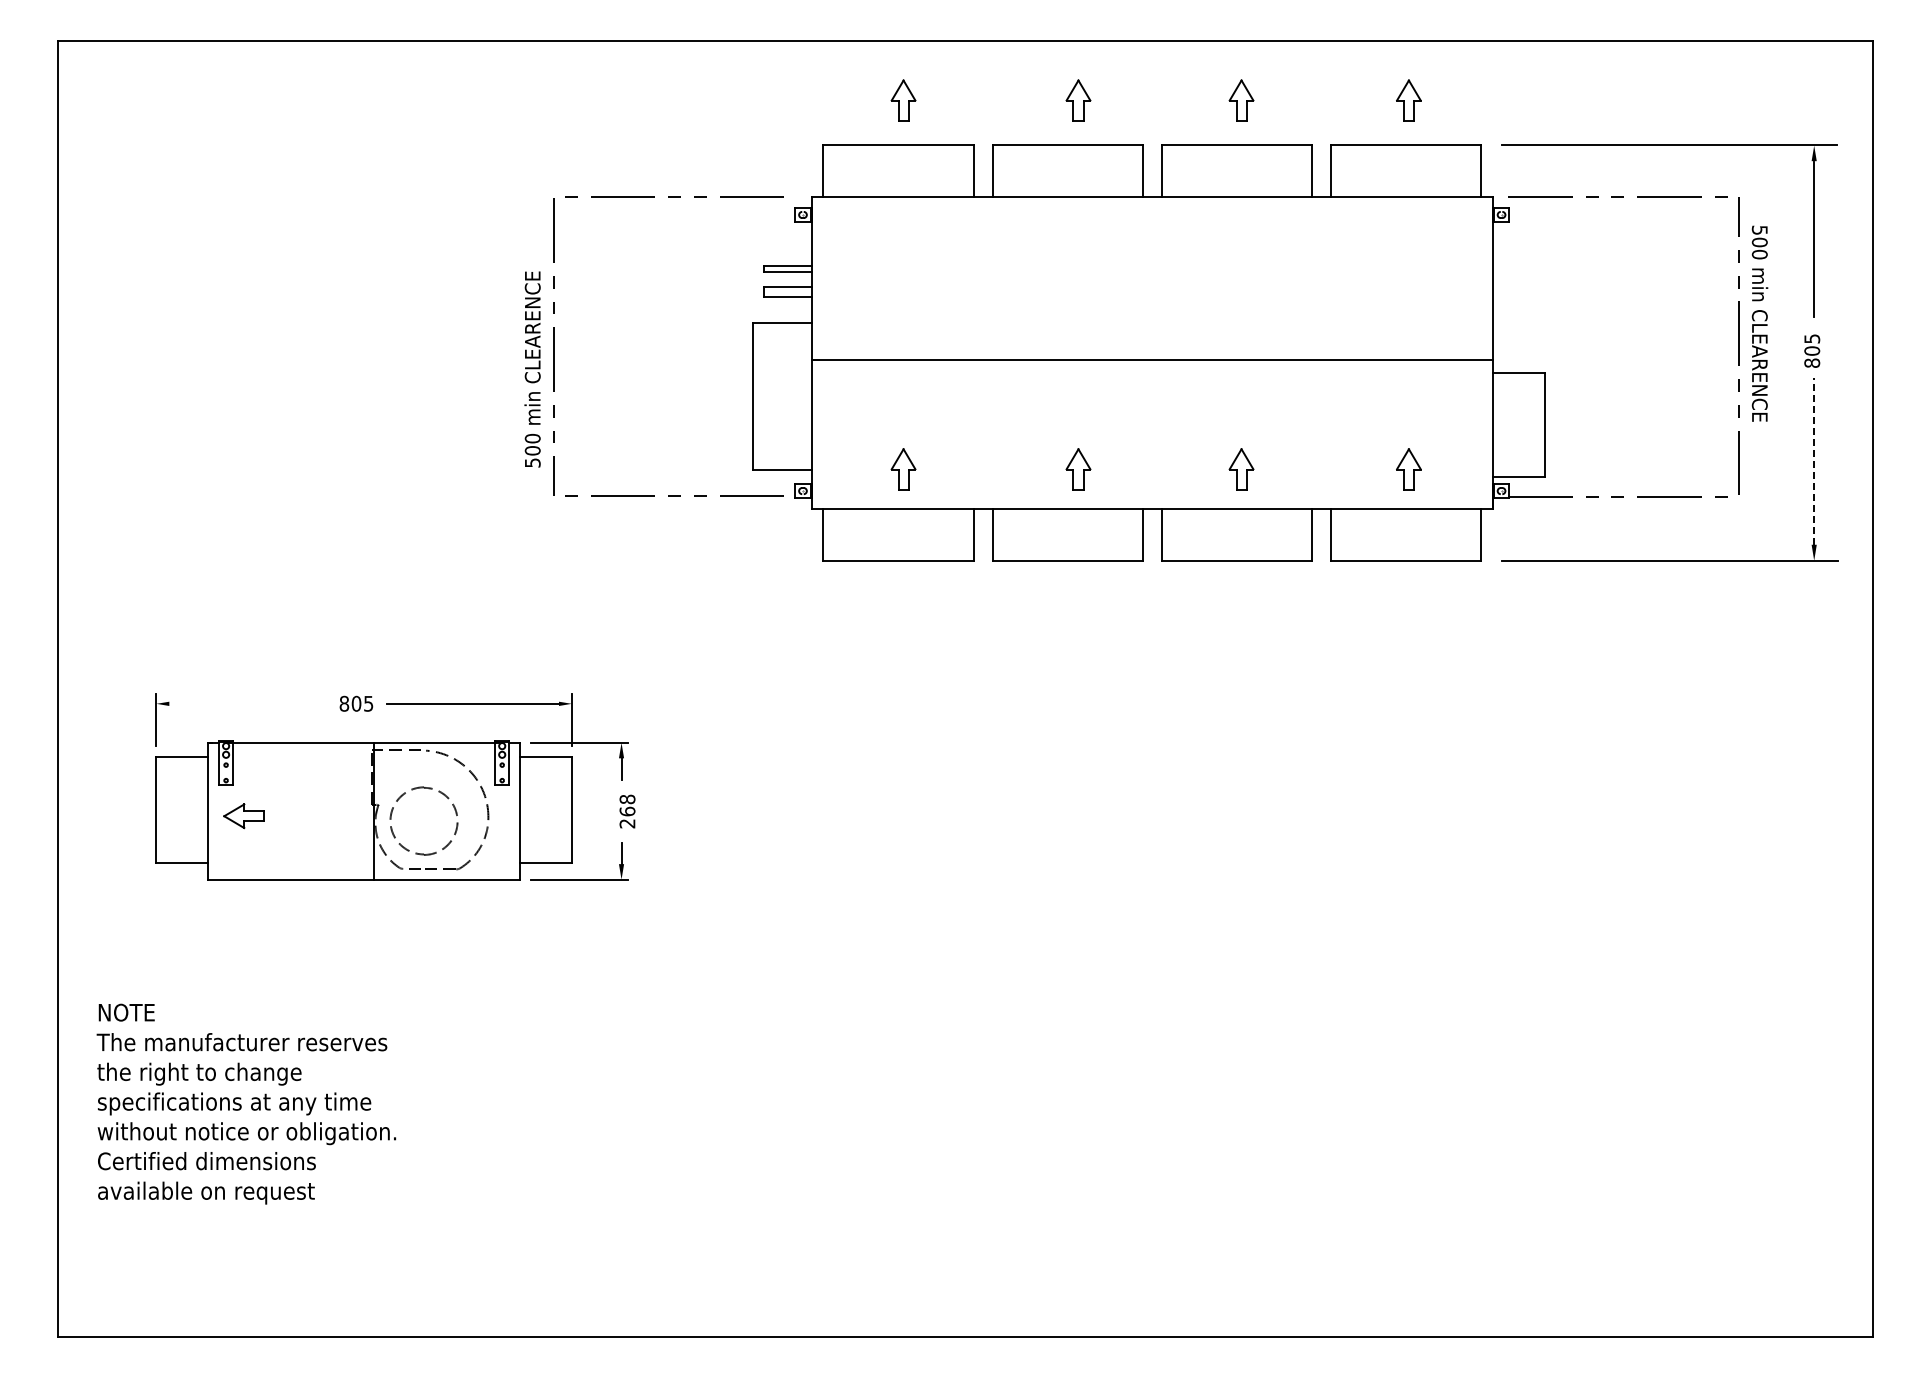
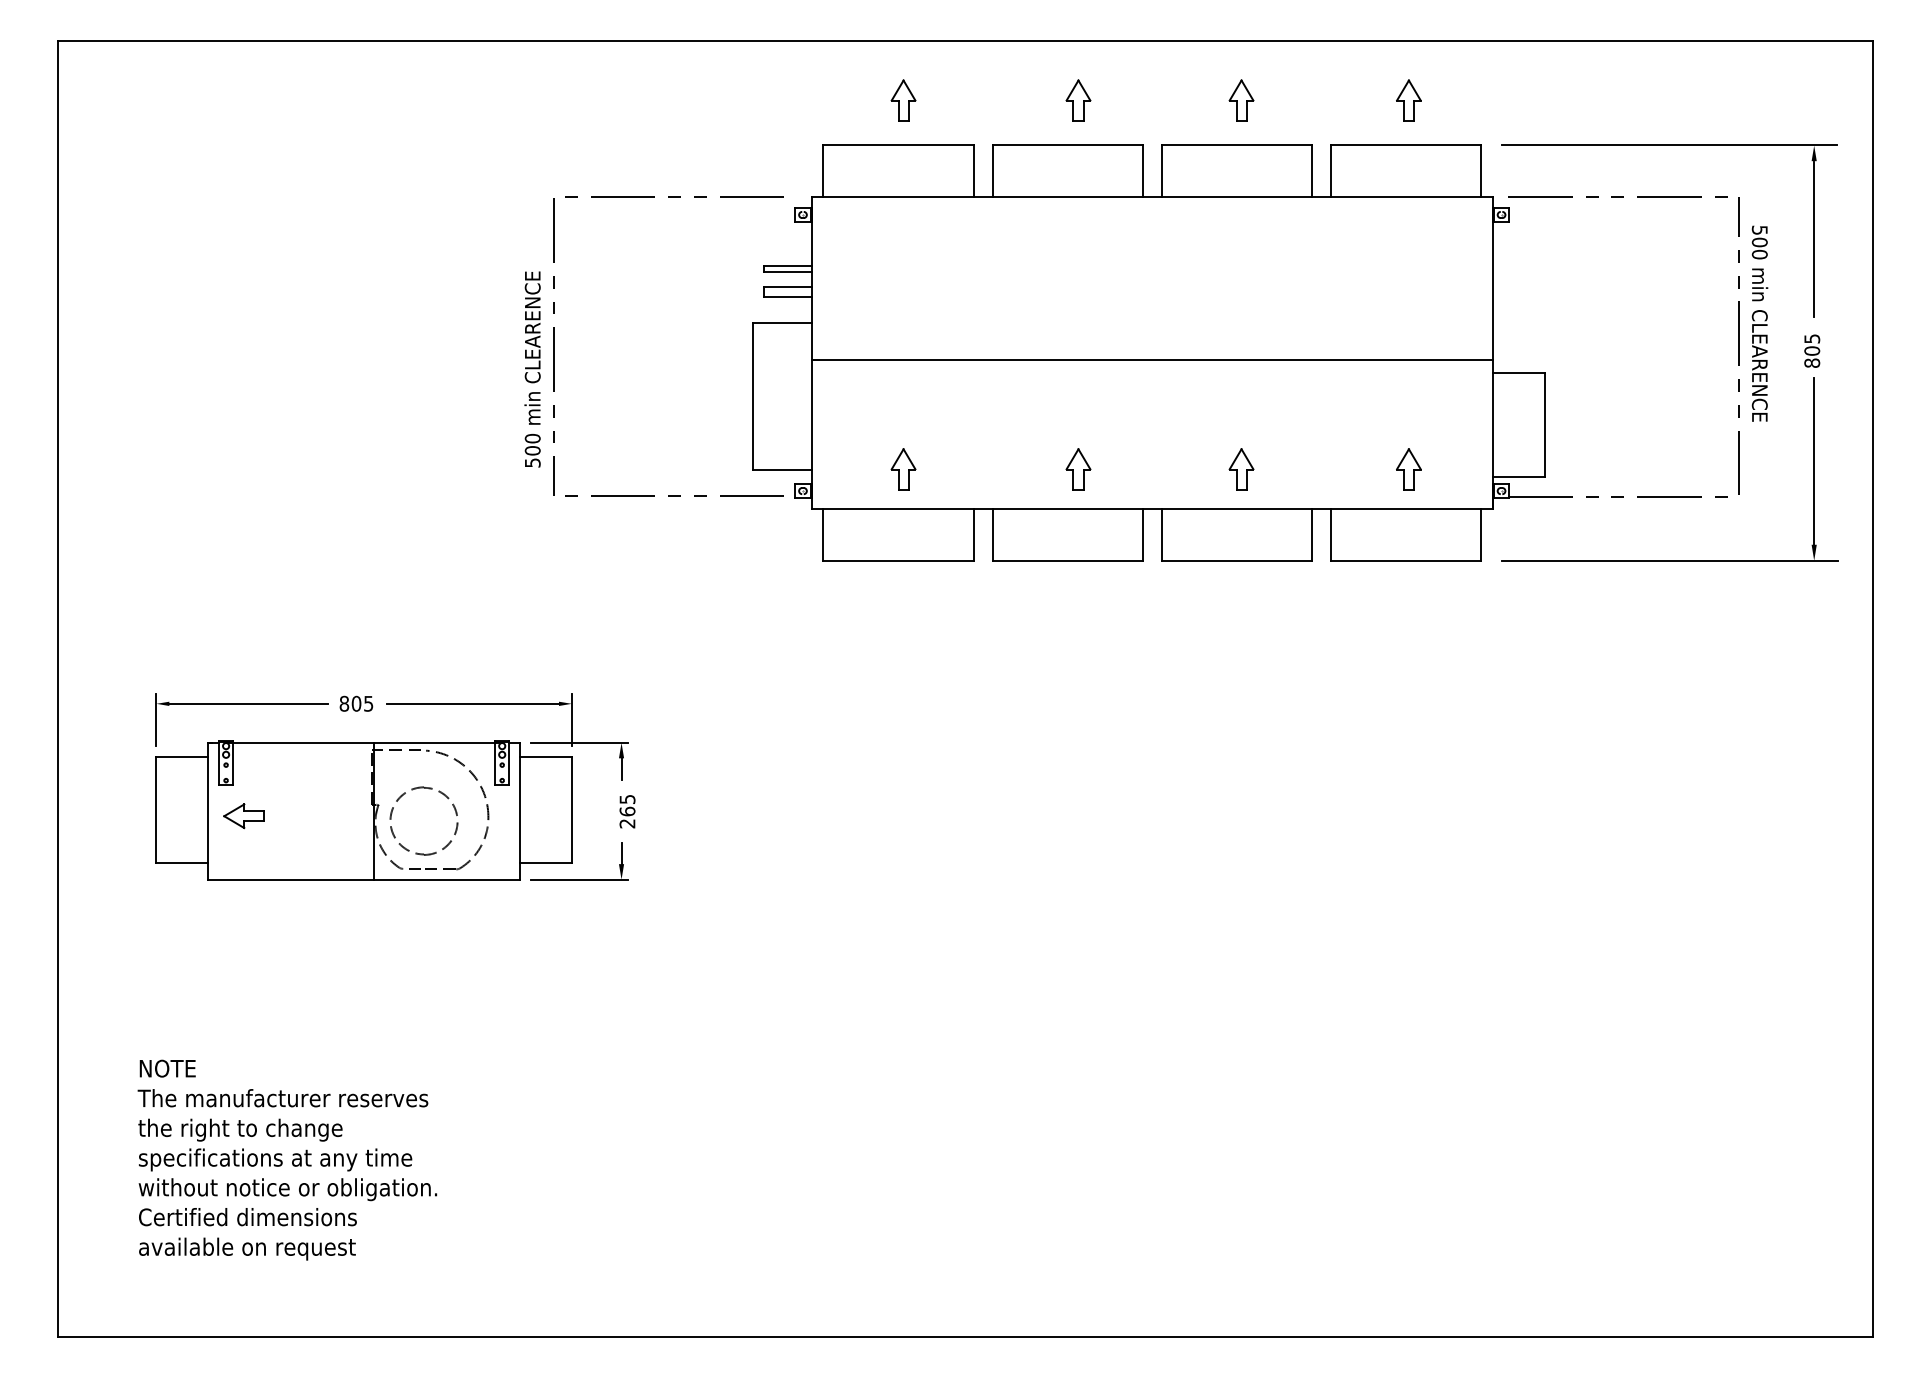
line at (1814, 461): dashed -> solid
line at (248, 703): none -> present
text at (627, 799): 268 -> 265
text at (246, 1103) position: (246, 1103) -> (287, 1159)
